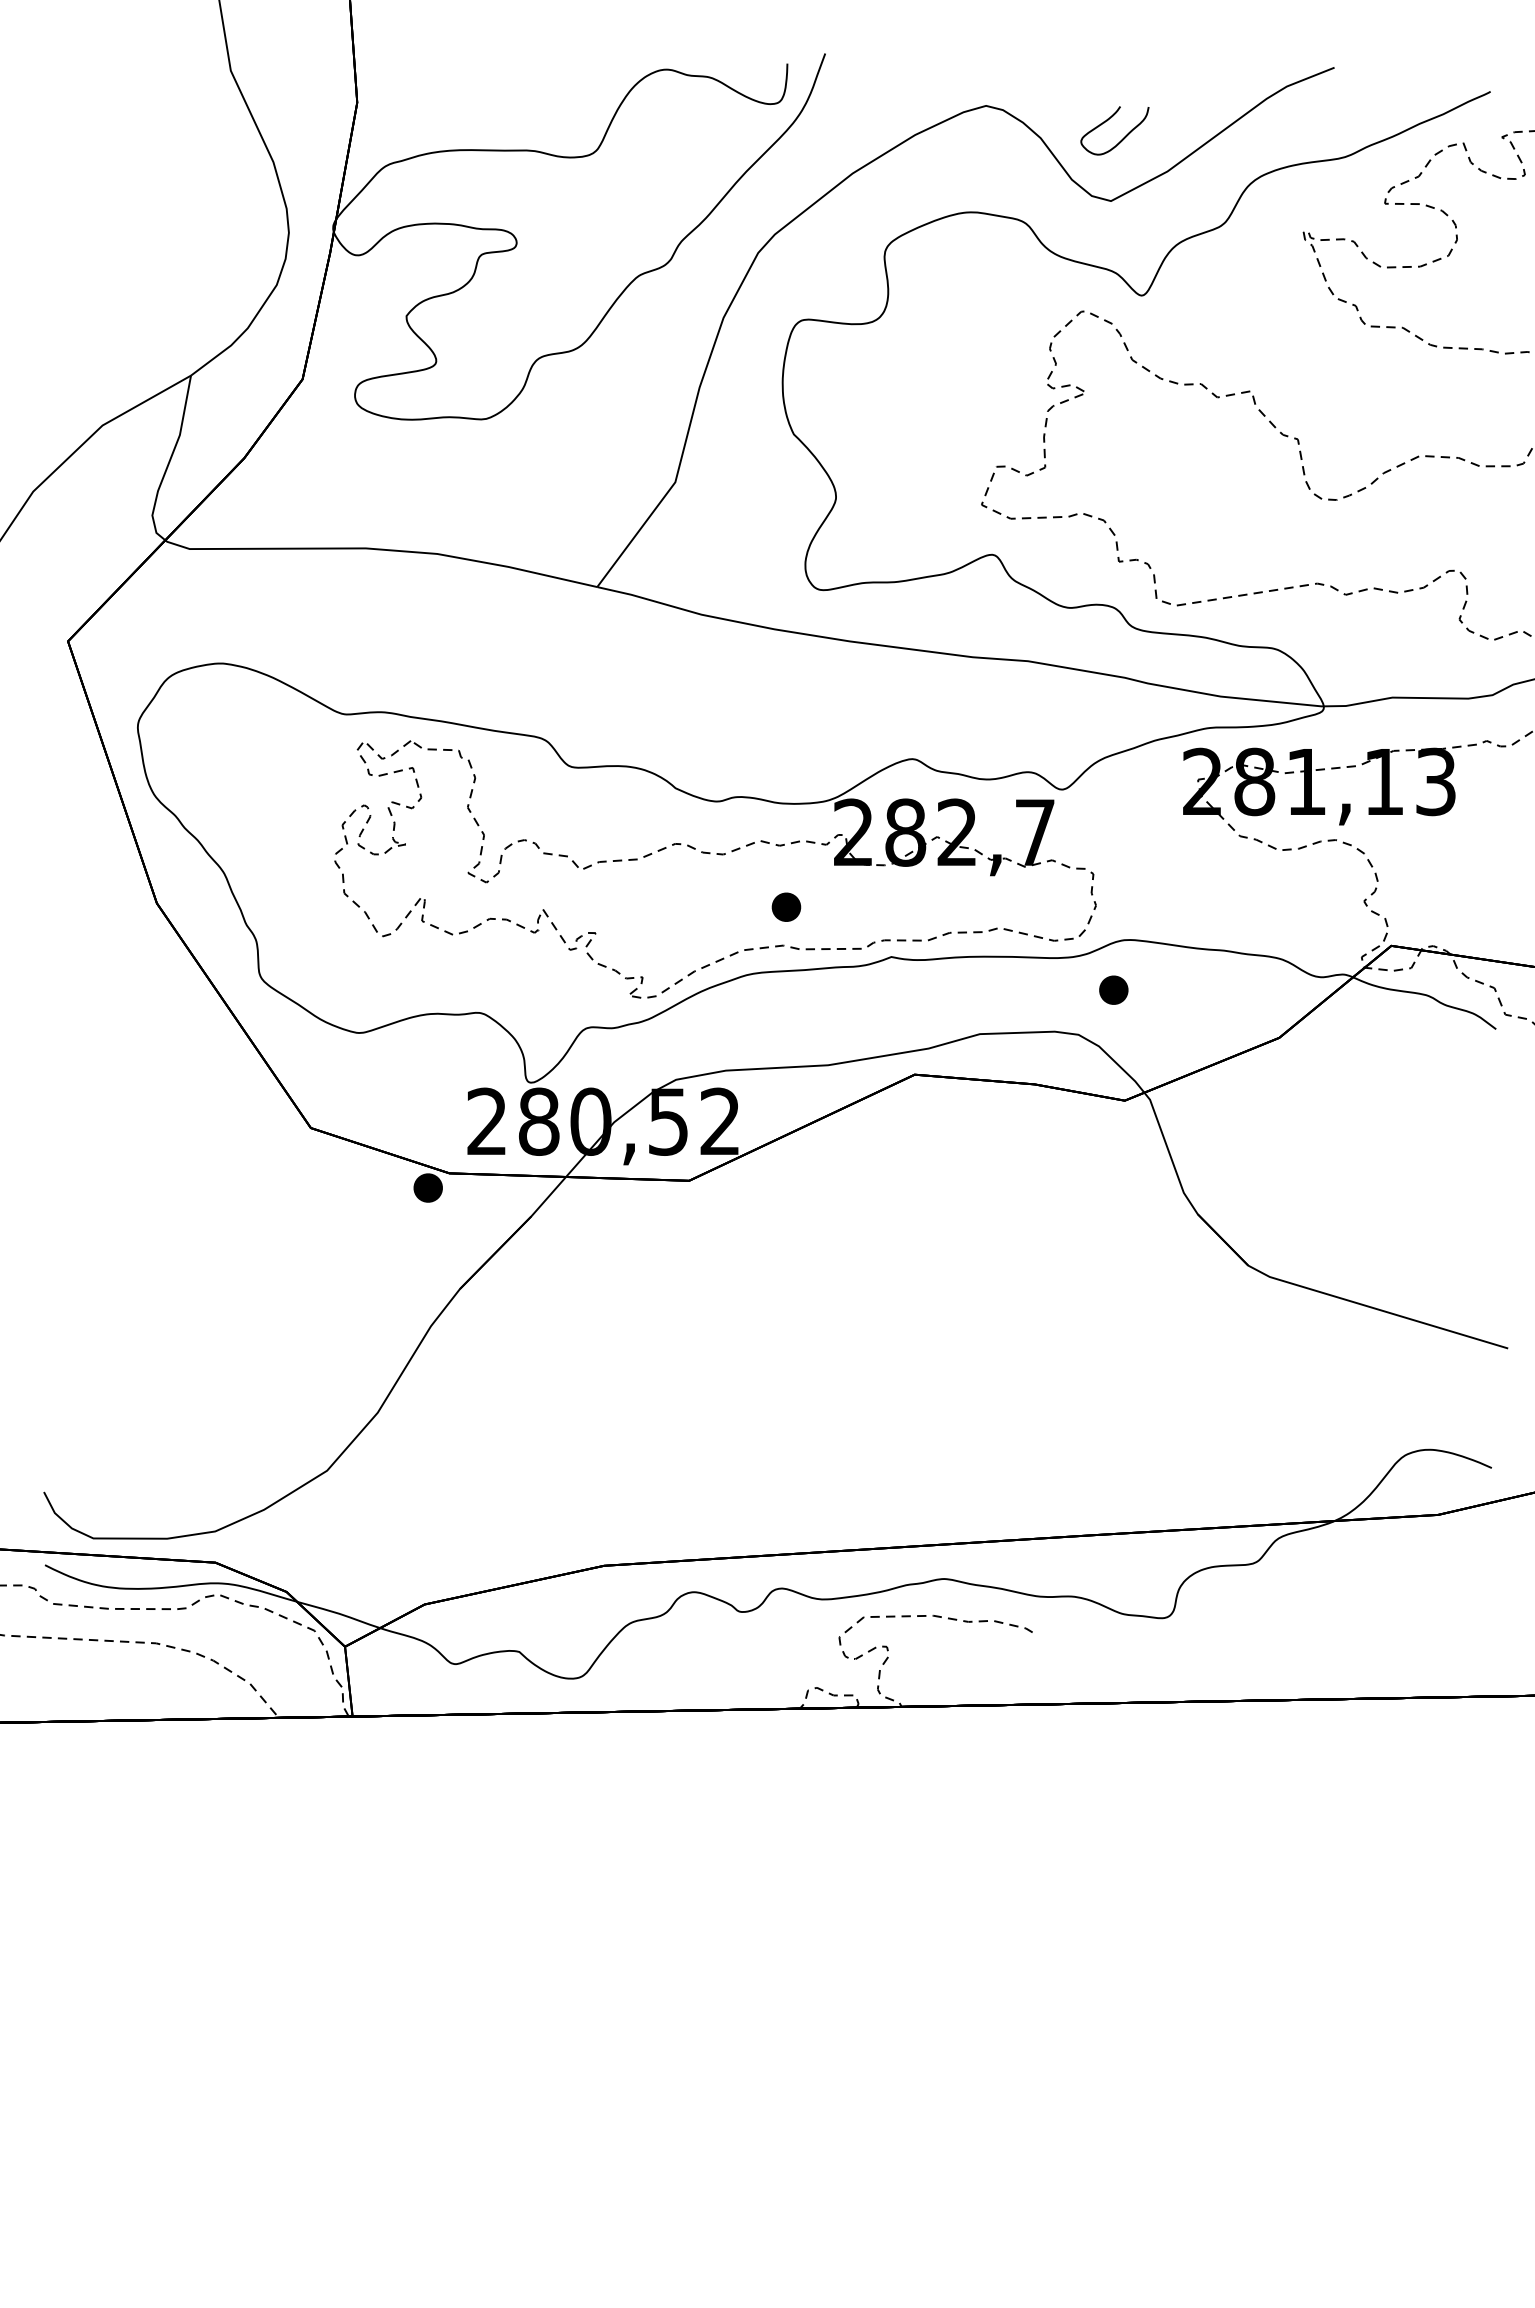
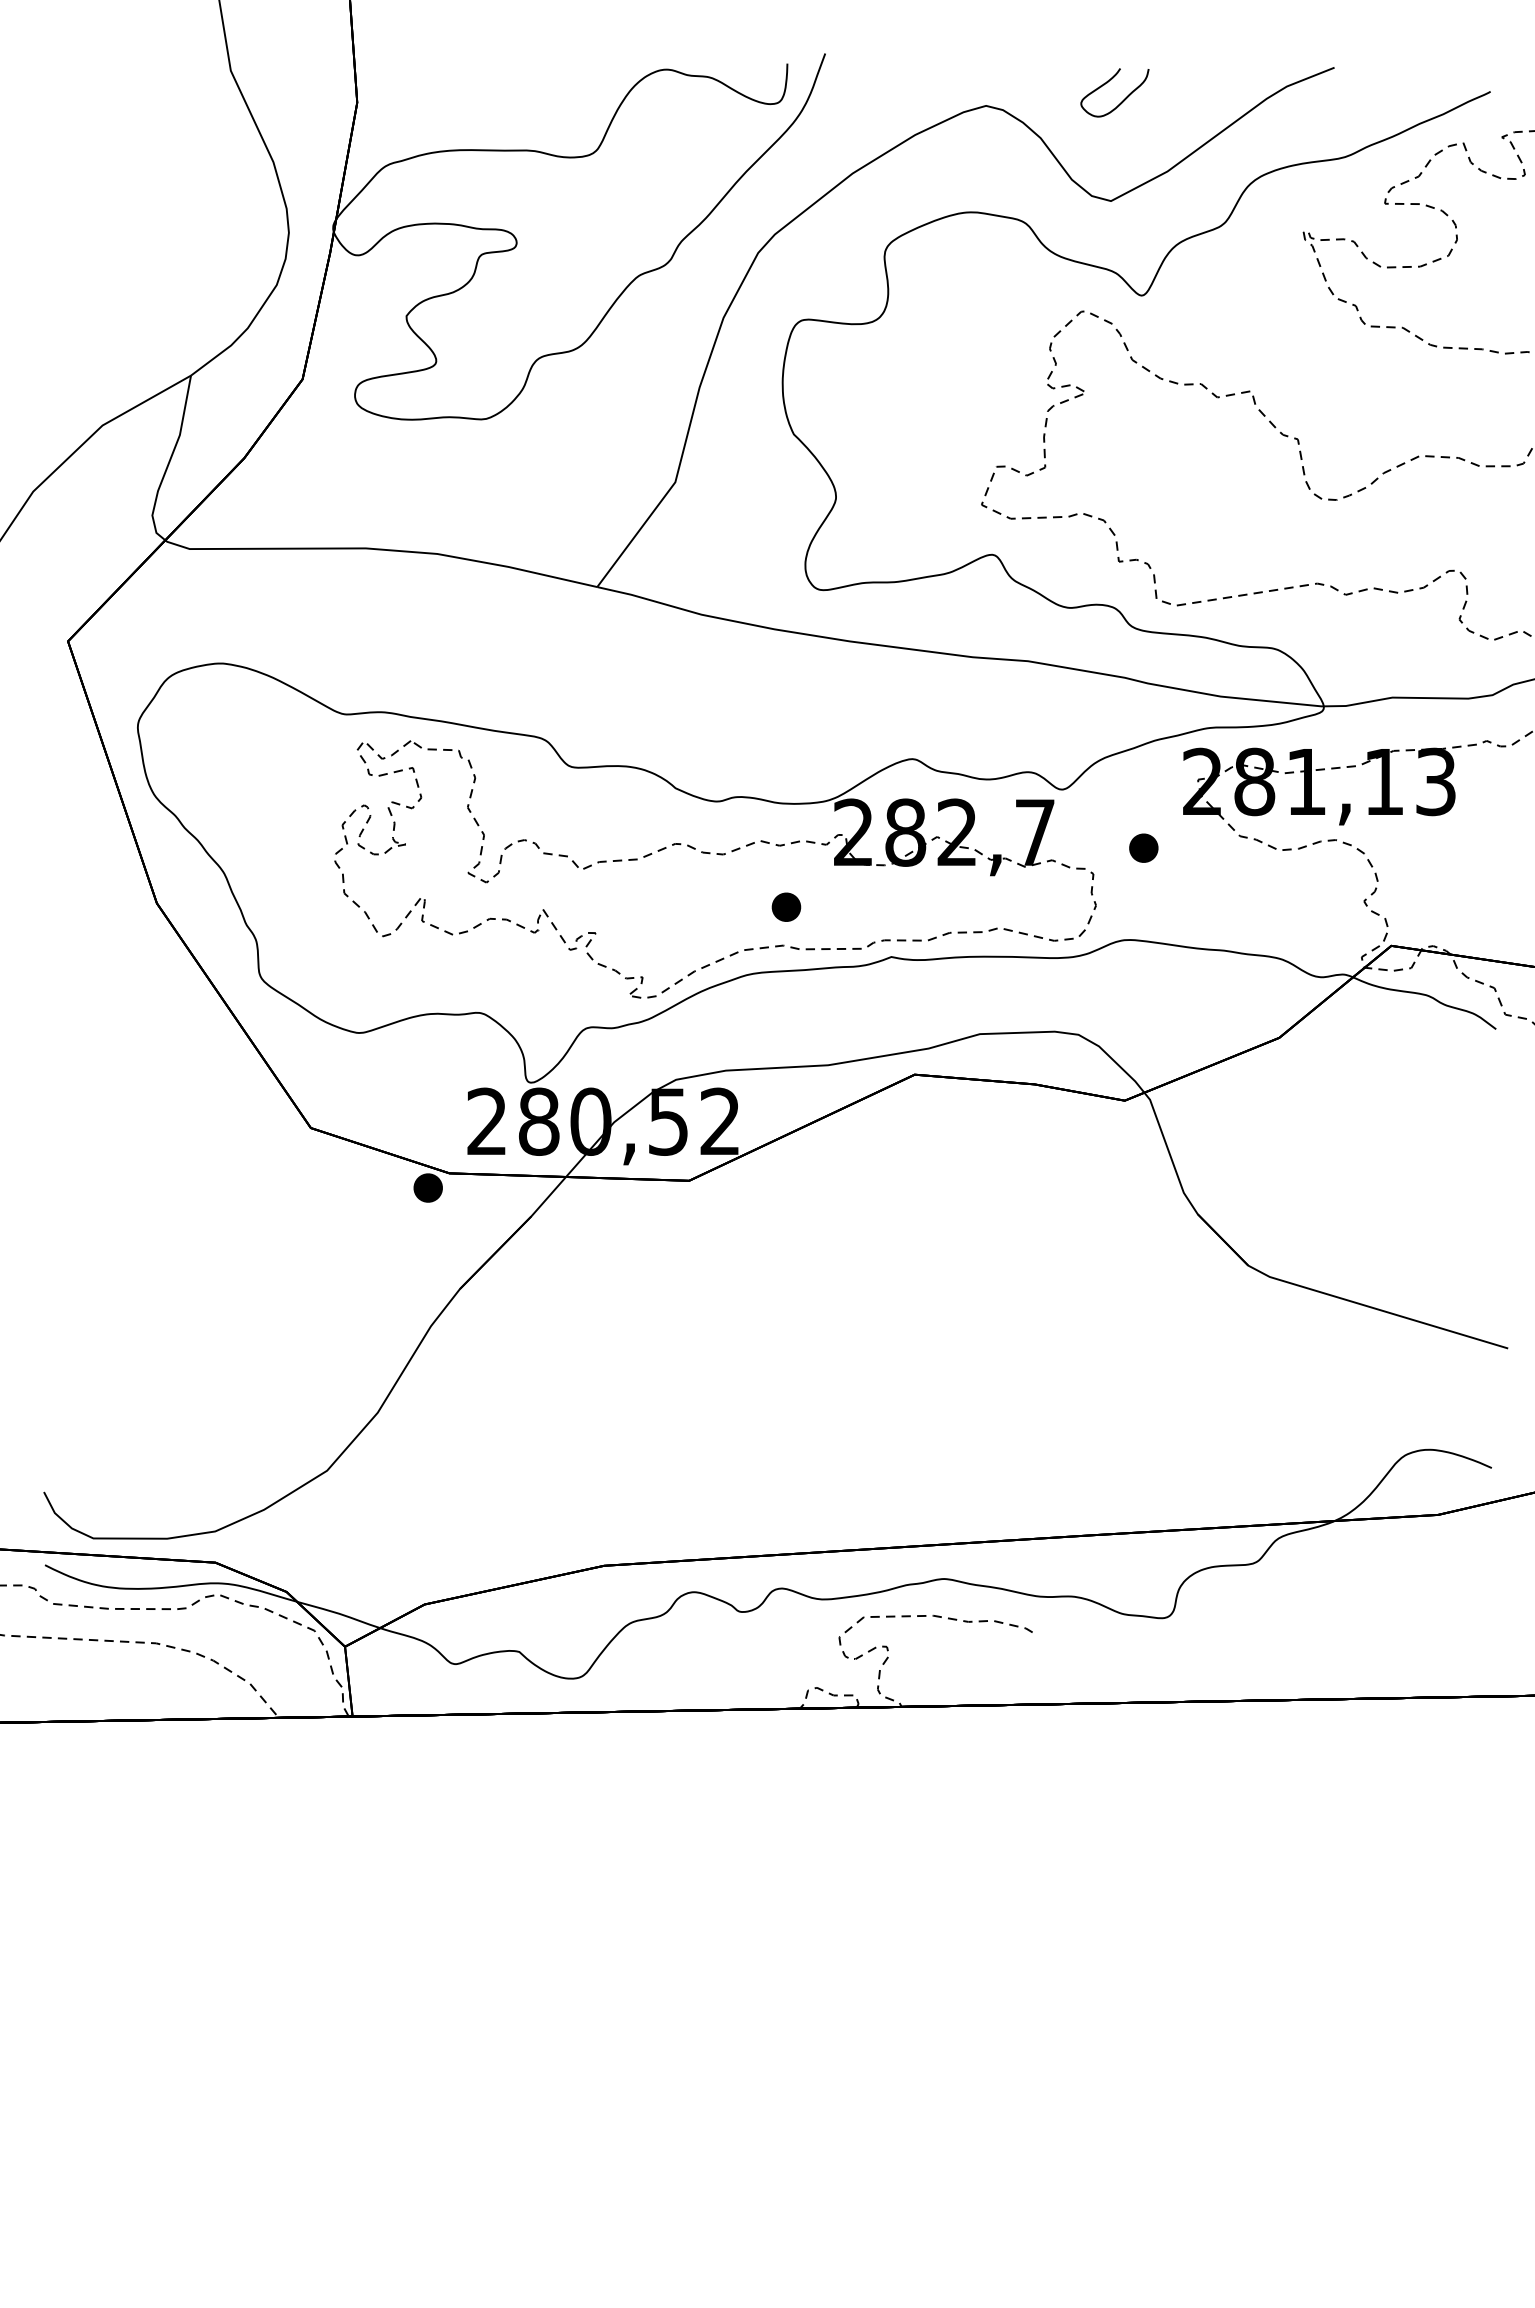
curve at (1122, 138) position: (1122, 138) -> (1122, 100)
part at (1113, 989) position: (1113, 989) -> (1143, 847)
